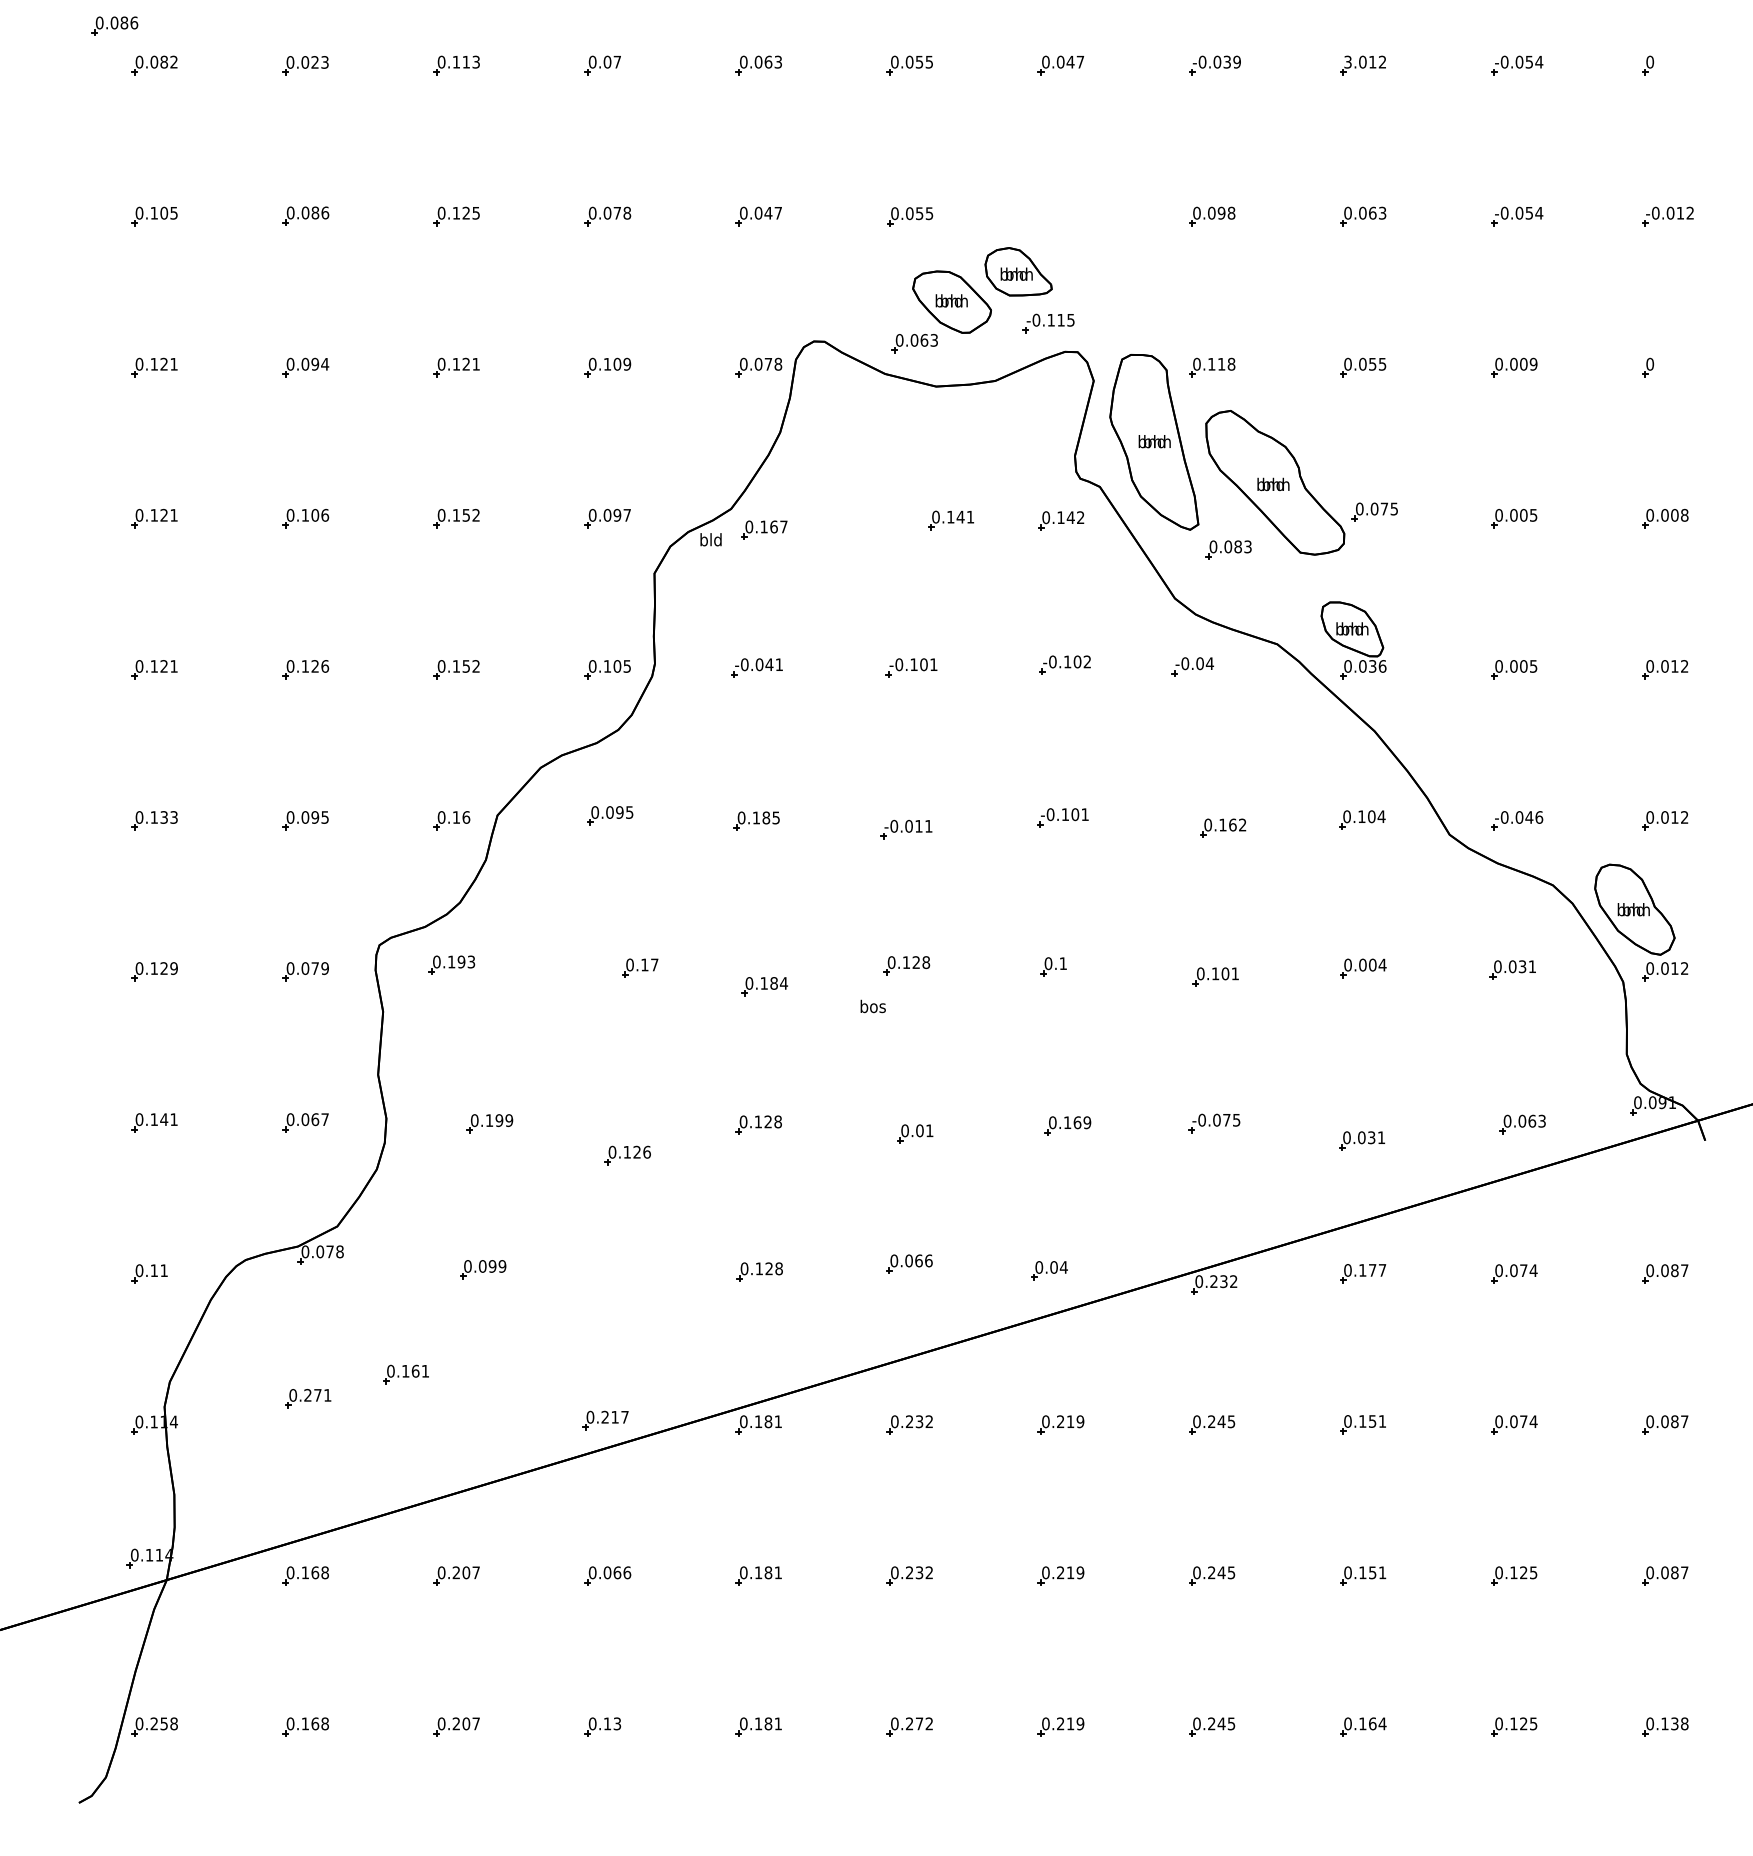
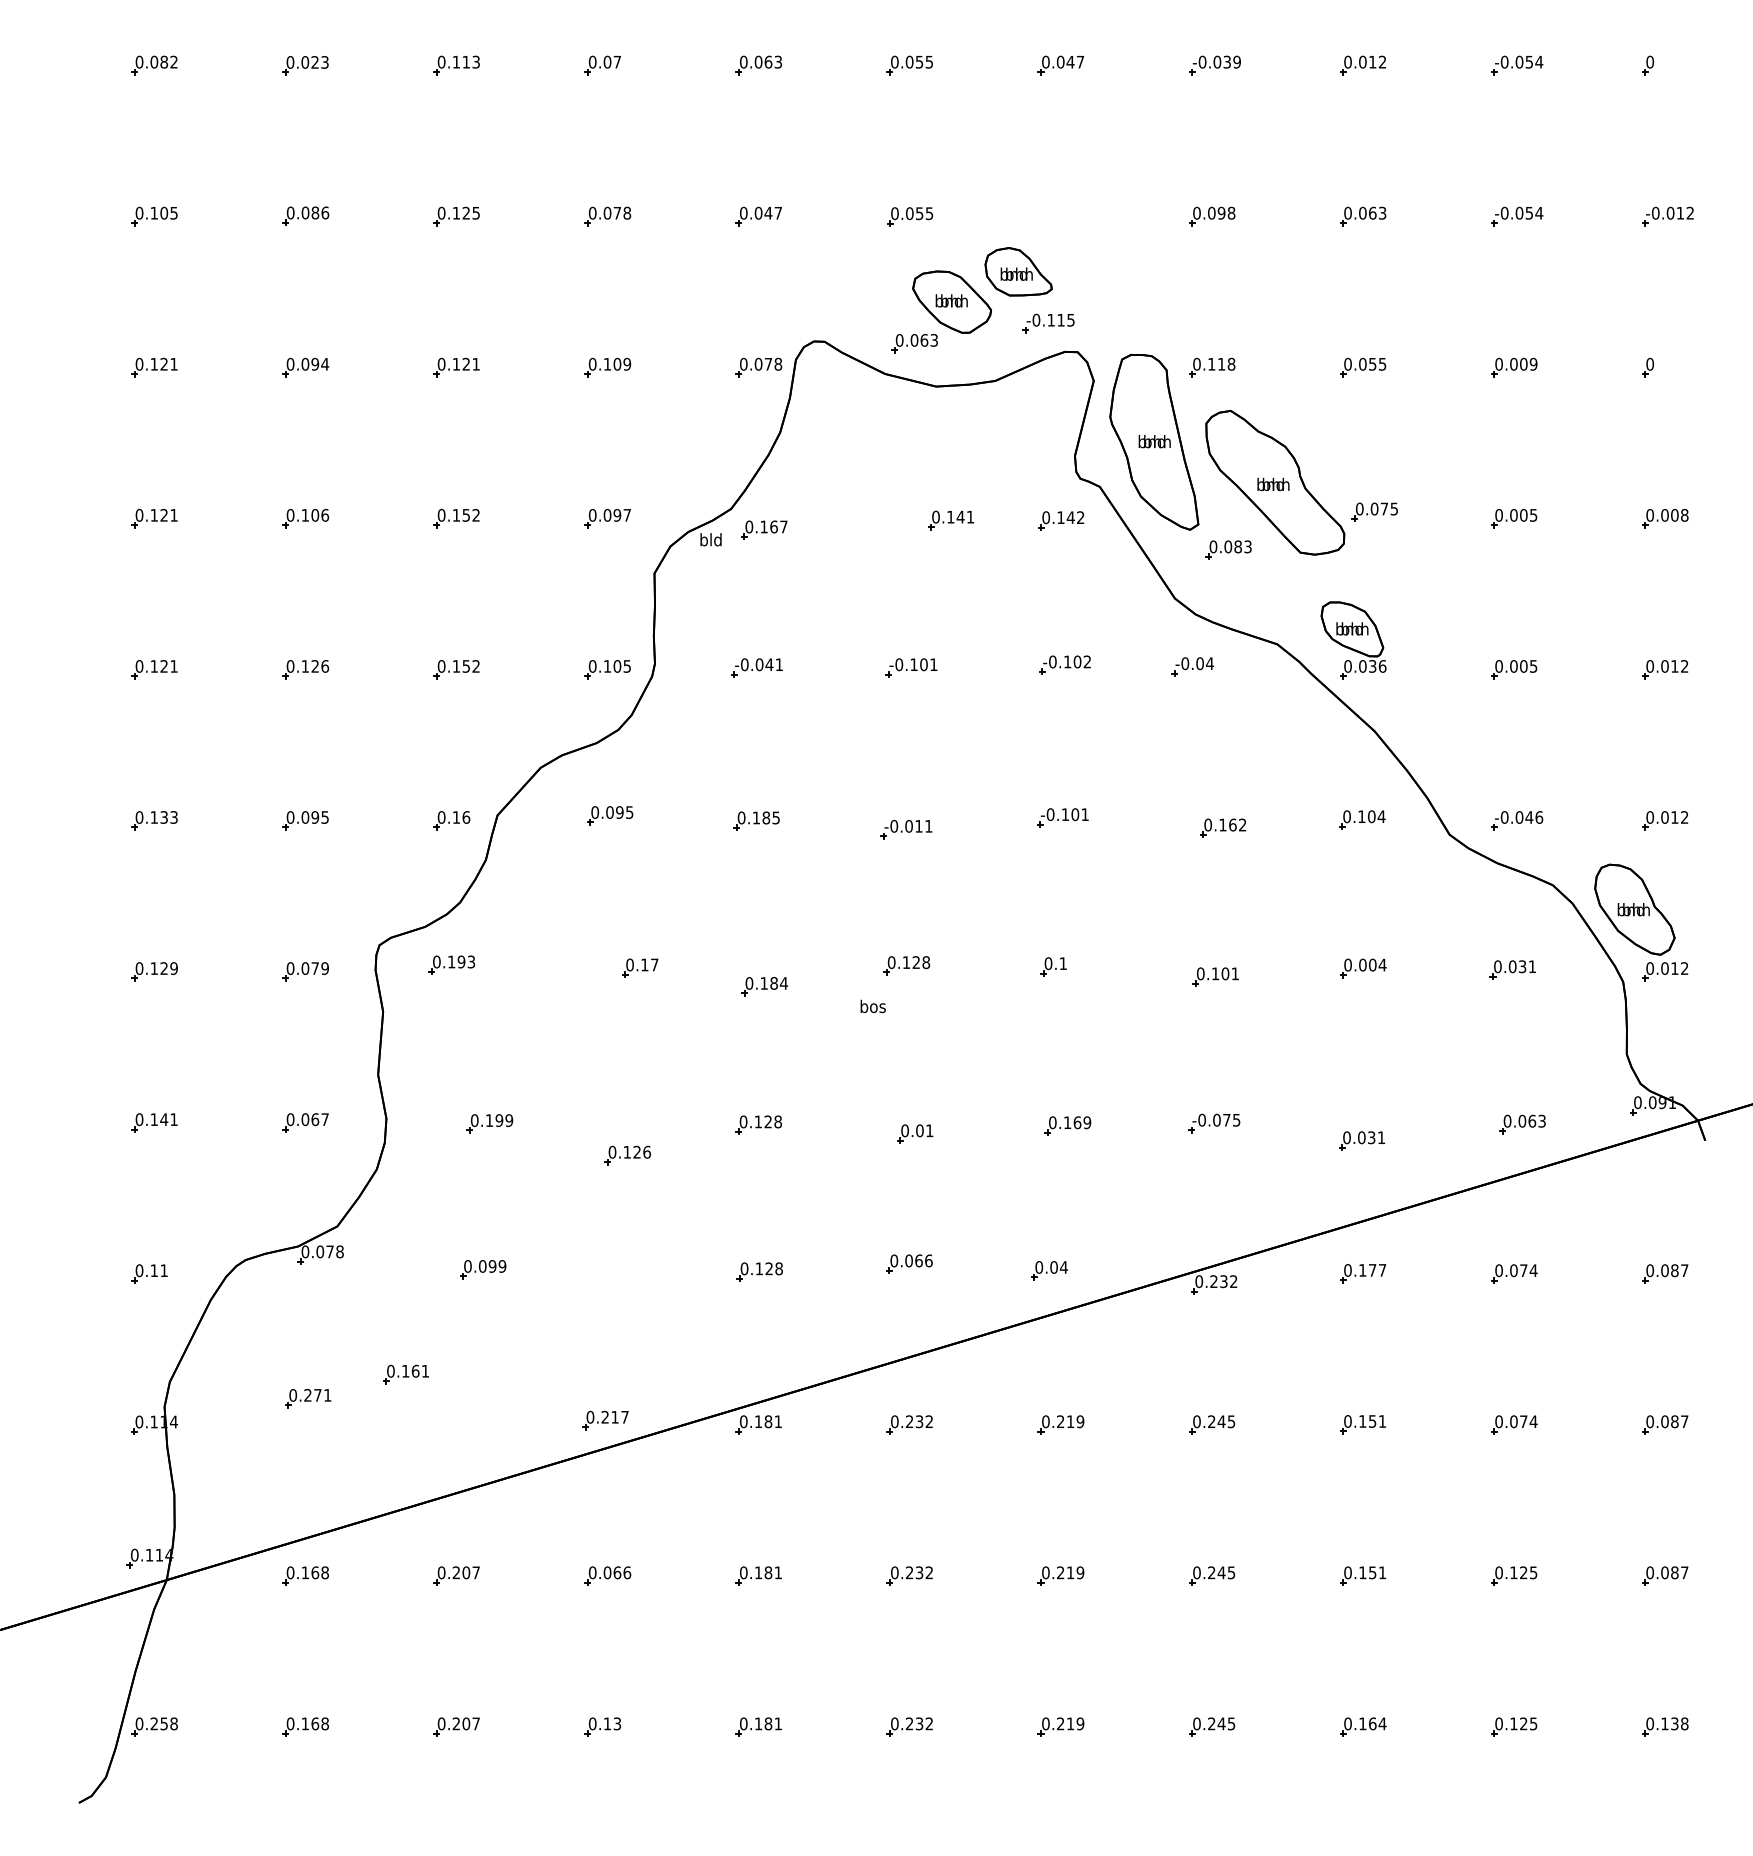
part at (114, 25): present -> none
text at (1347, 61): 3.012 -> 0.012
text at (919, 1723): 0.272 -> 0.232
